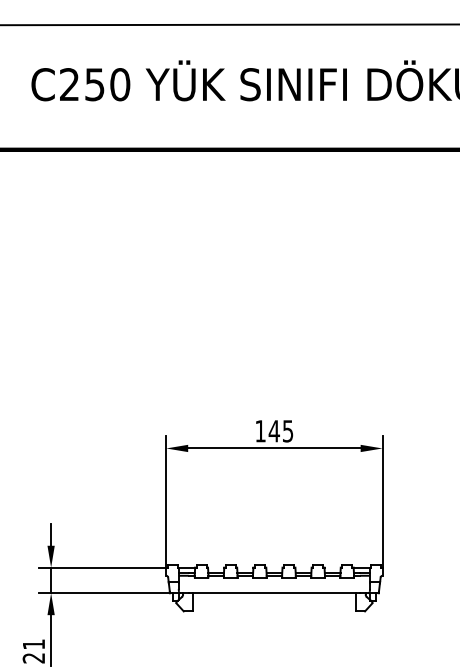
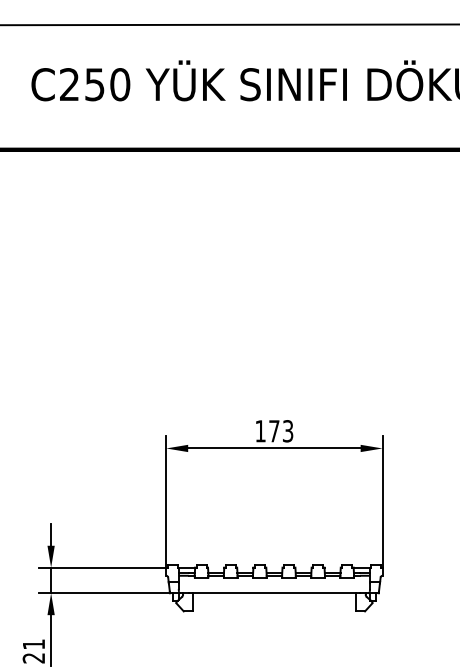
text at (280, 431): 145 -> 173
